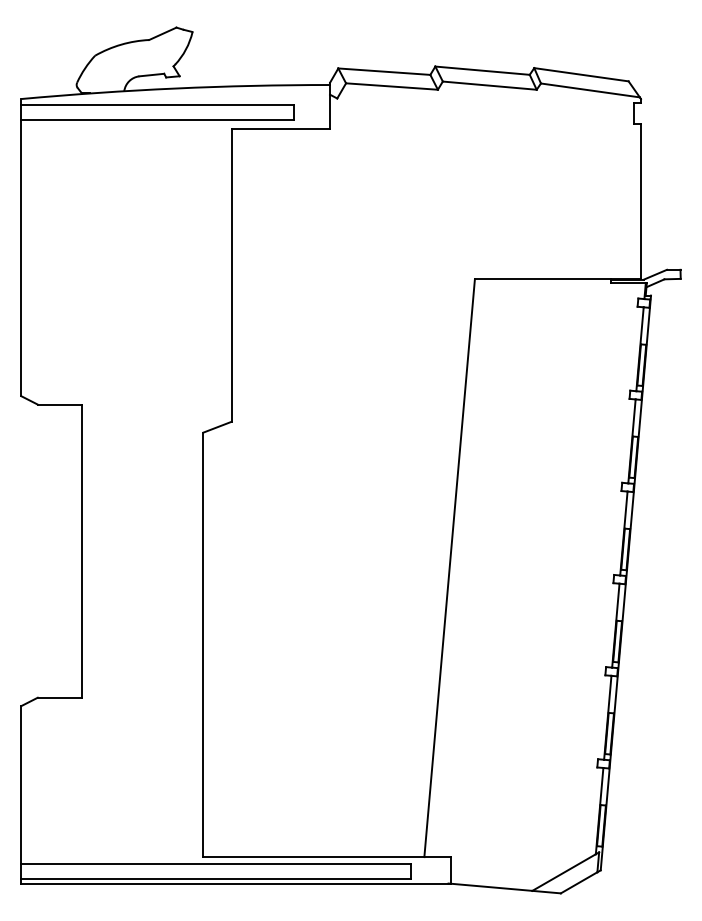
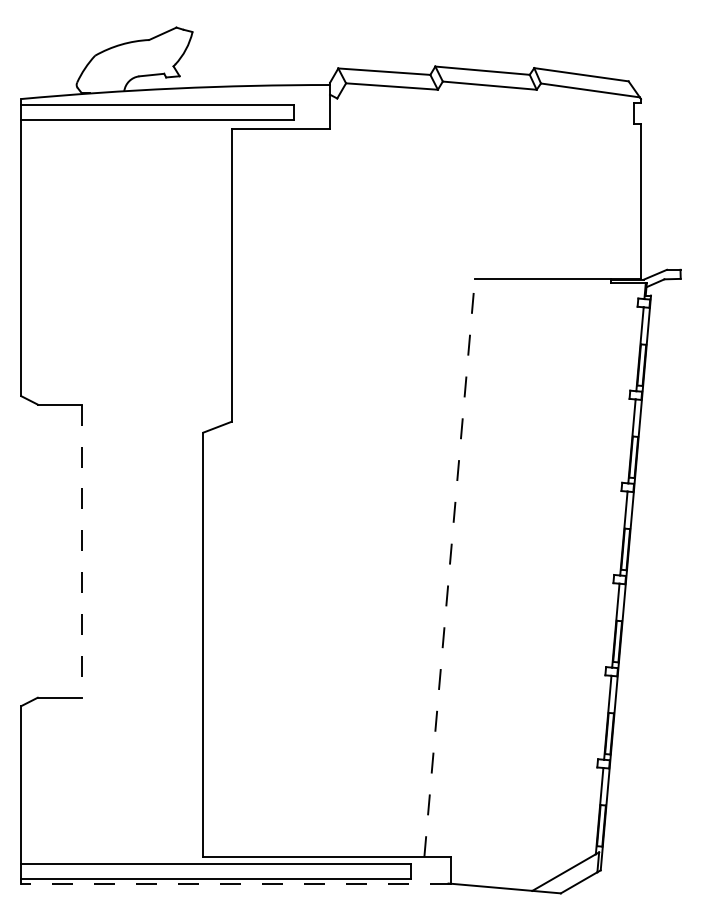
line at (81, 551): solid -> dashed
line at (449, 567): solid -> dashed
line at (235, 883): solid -> dashed
